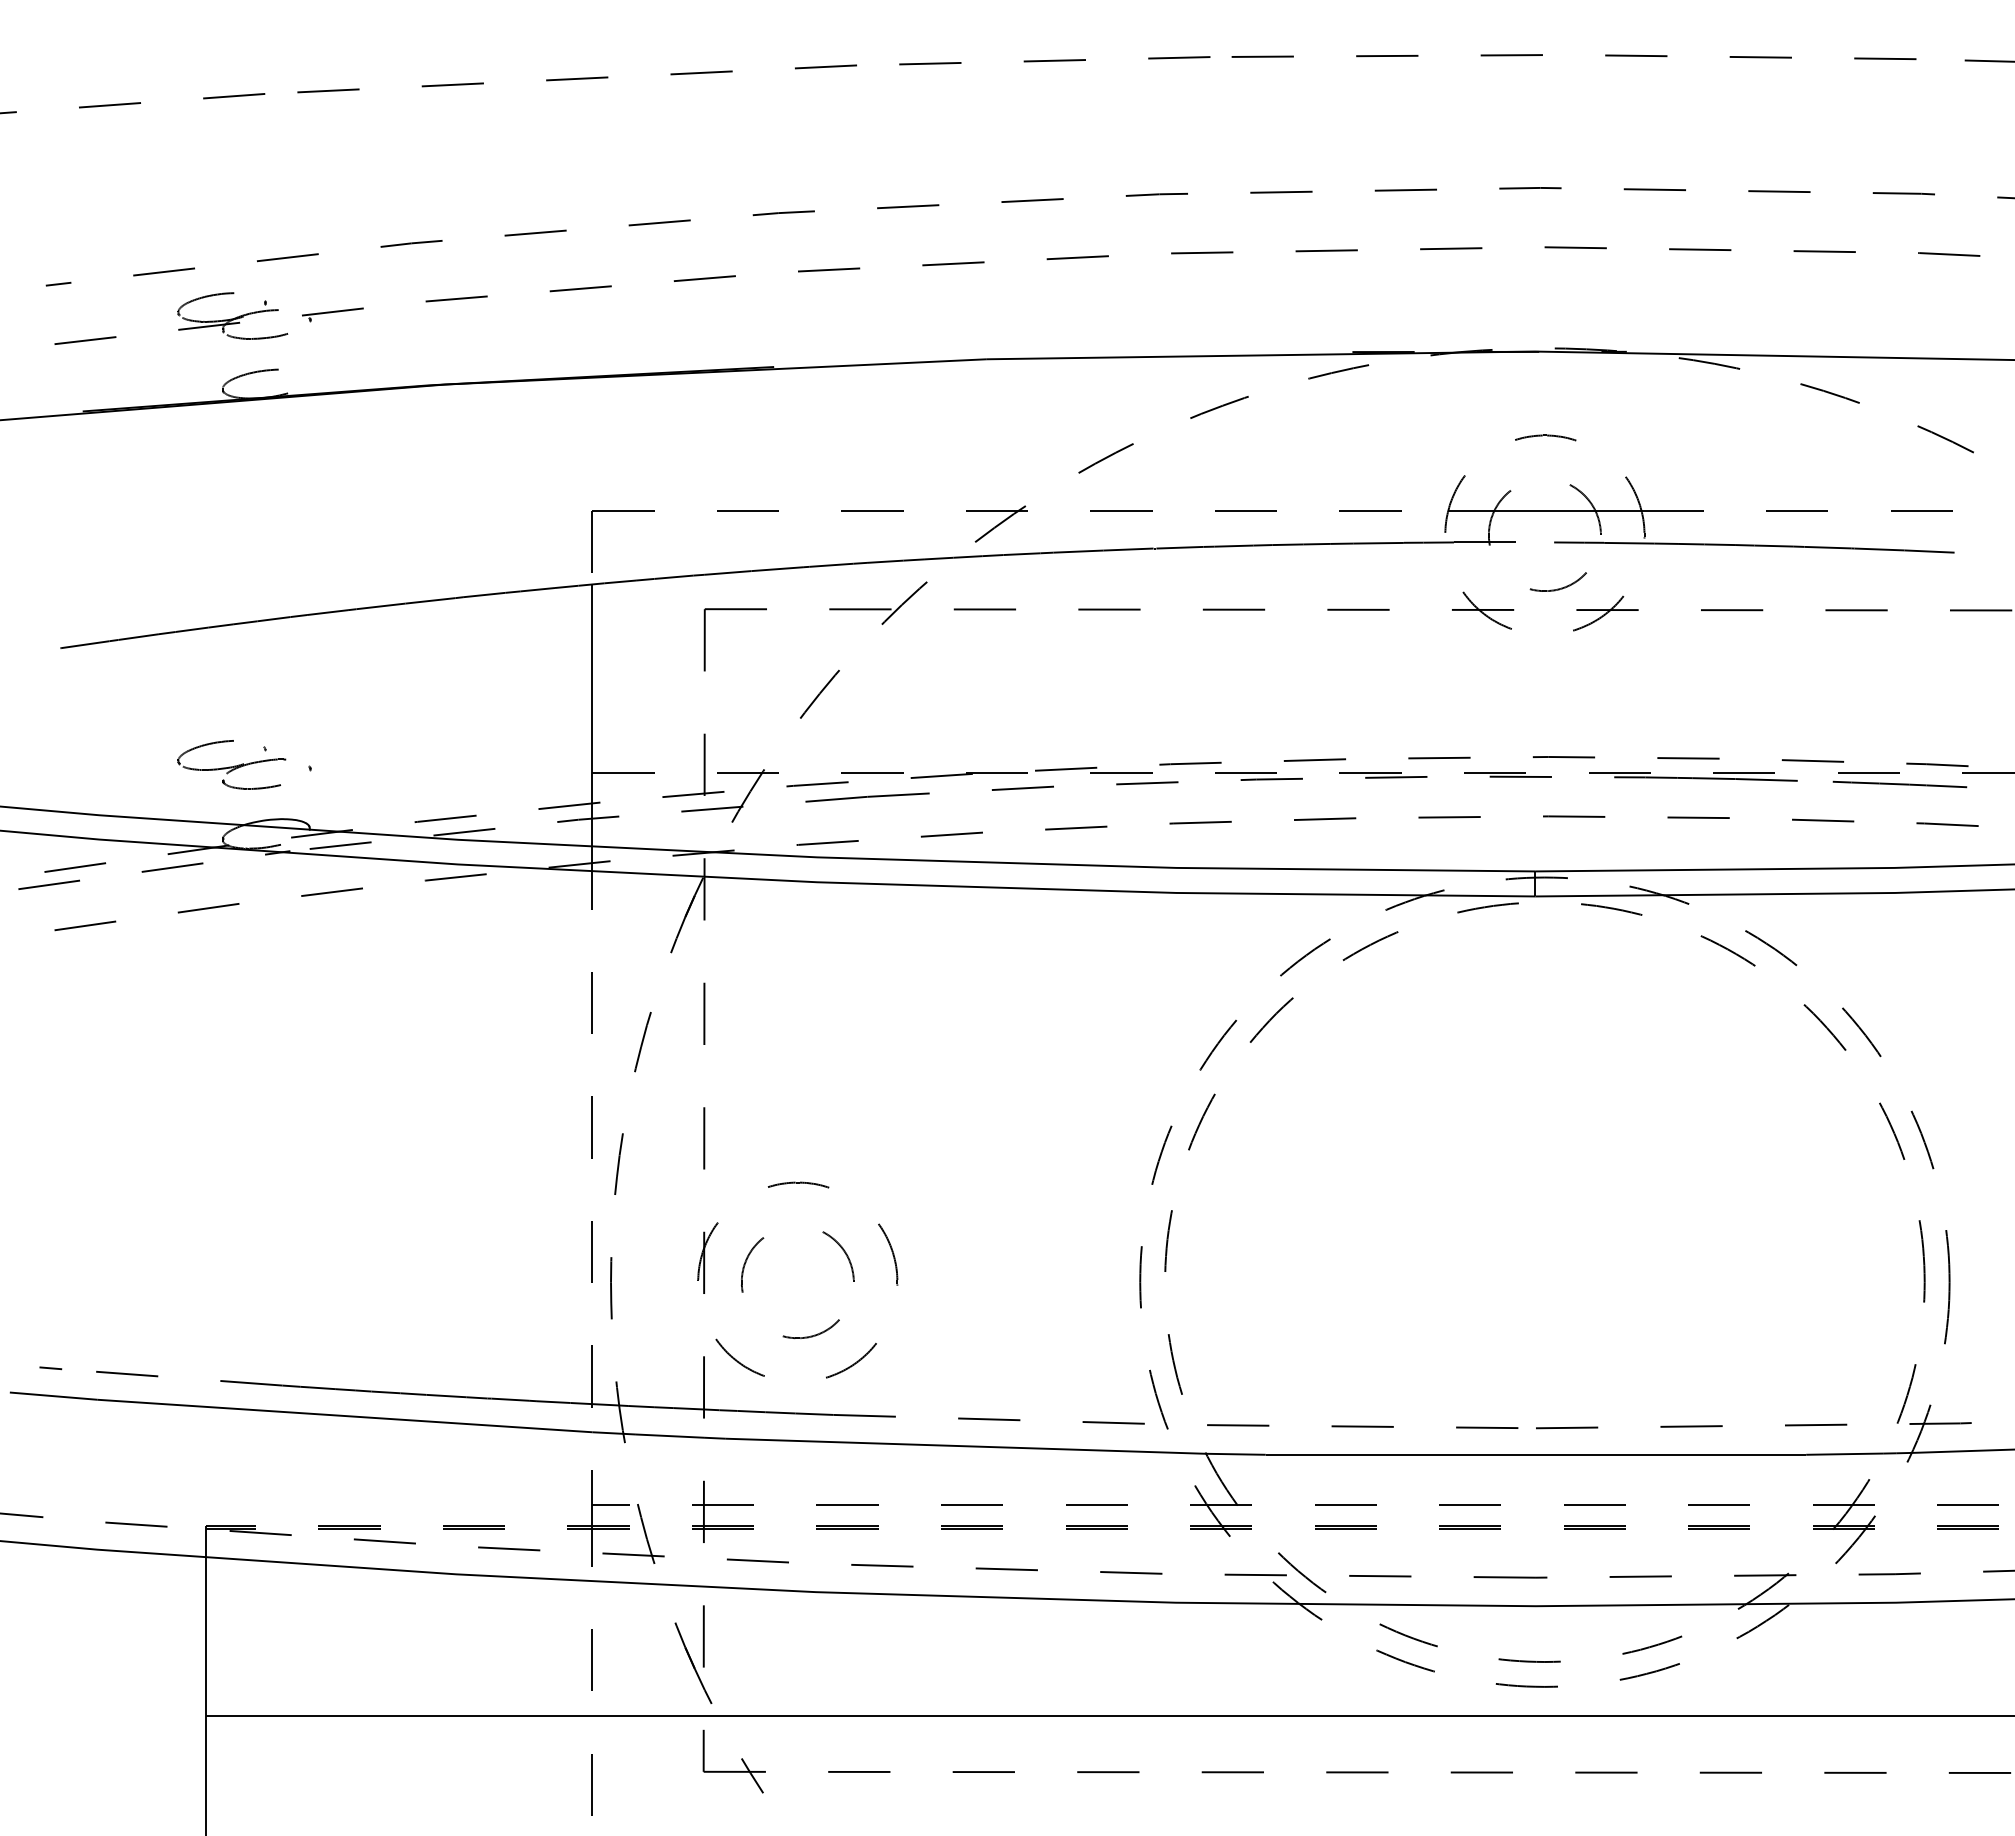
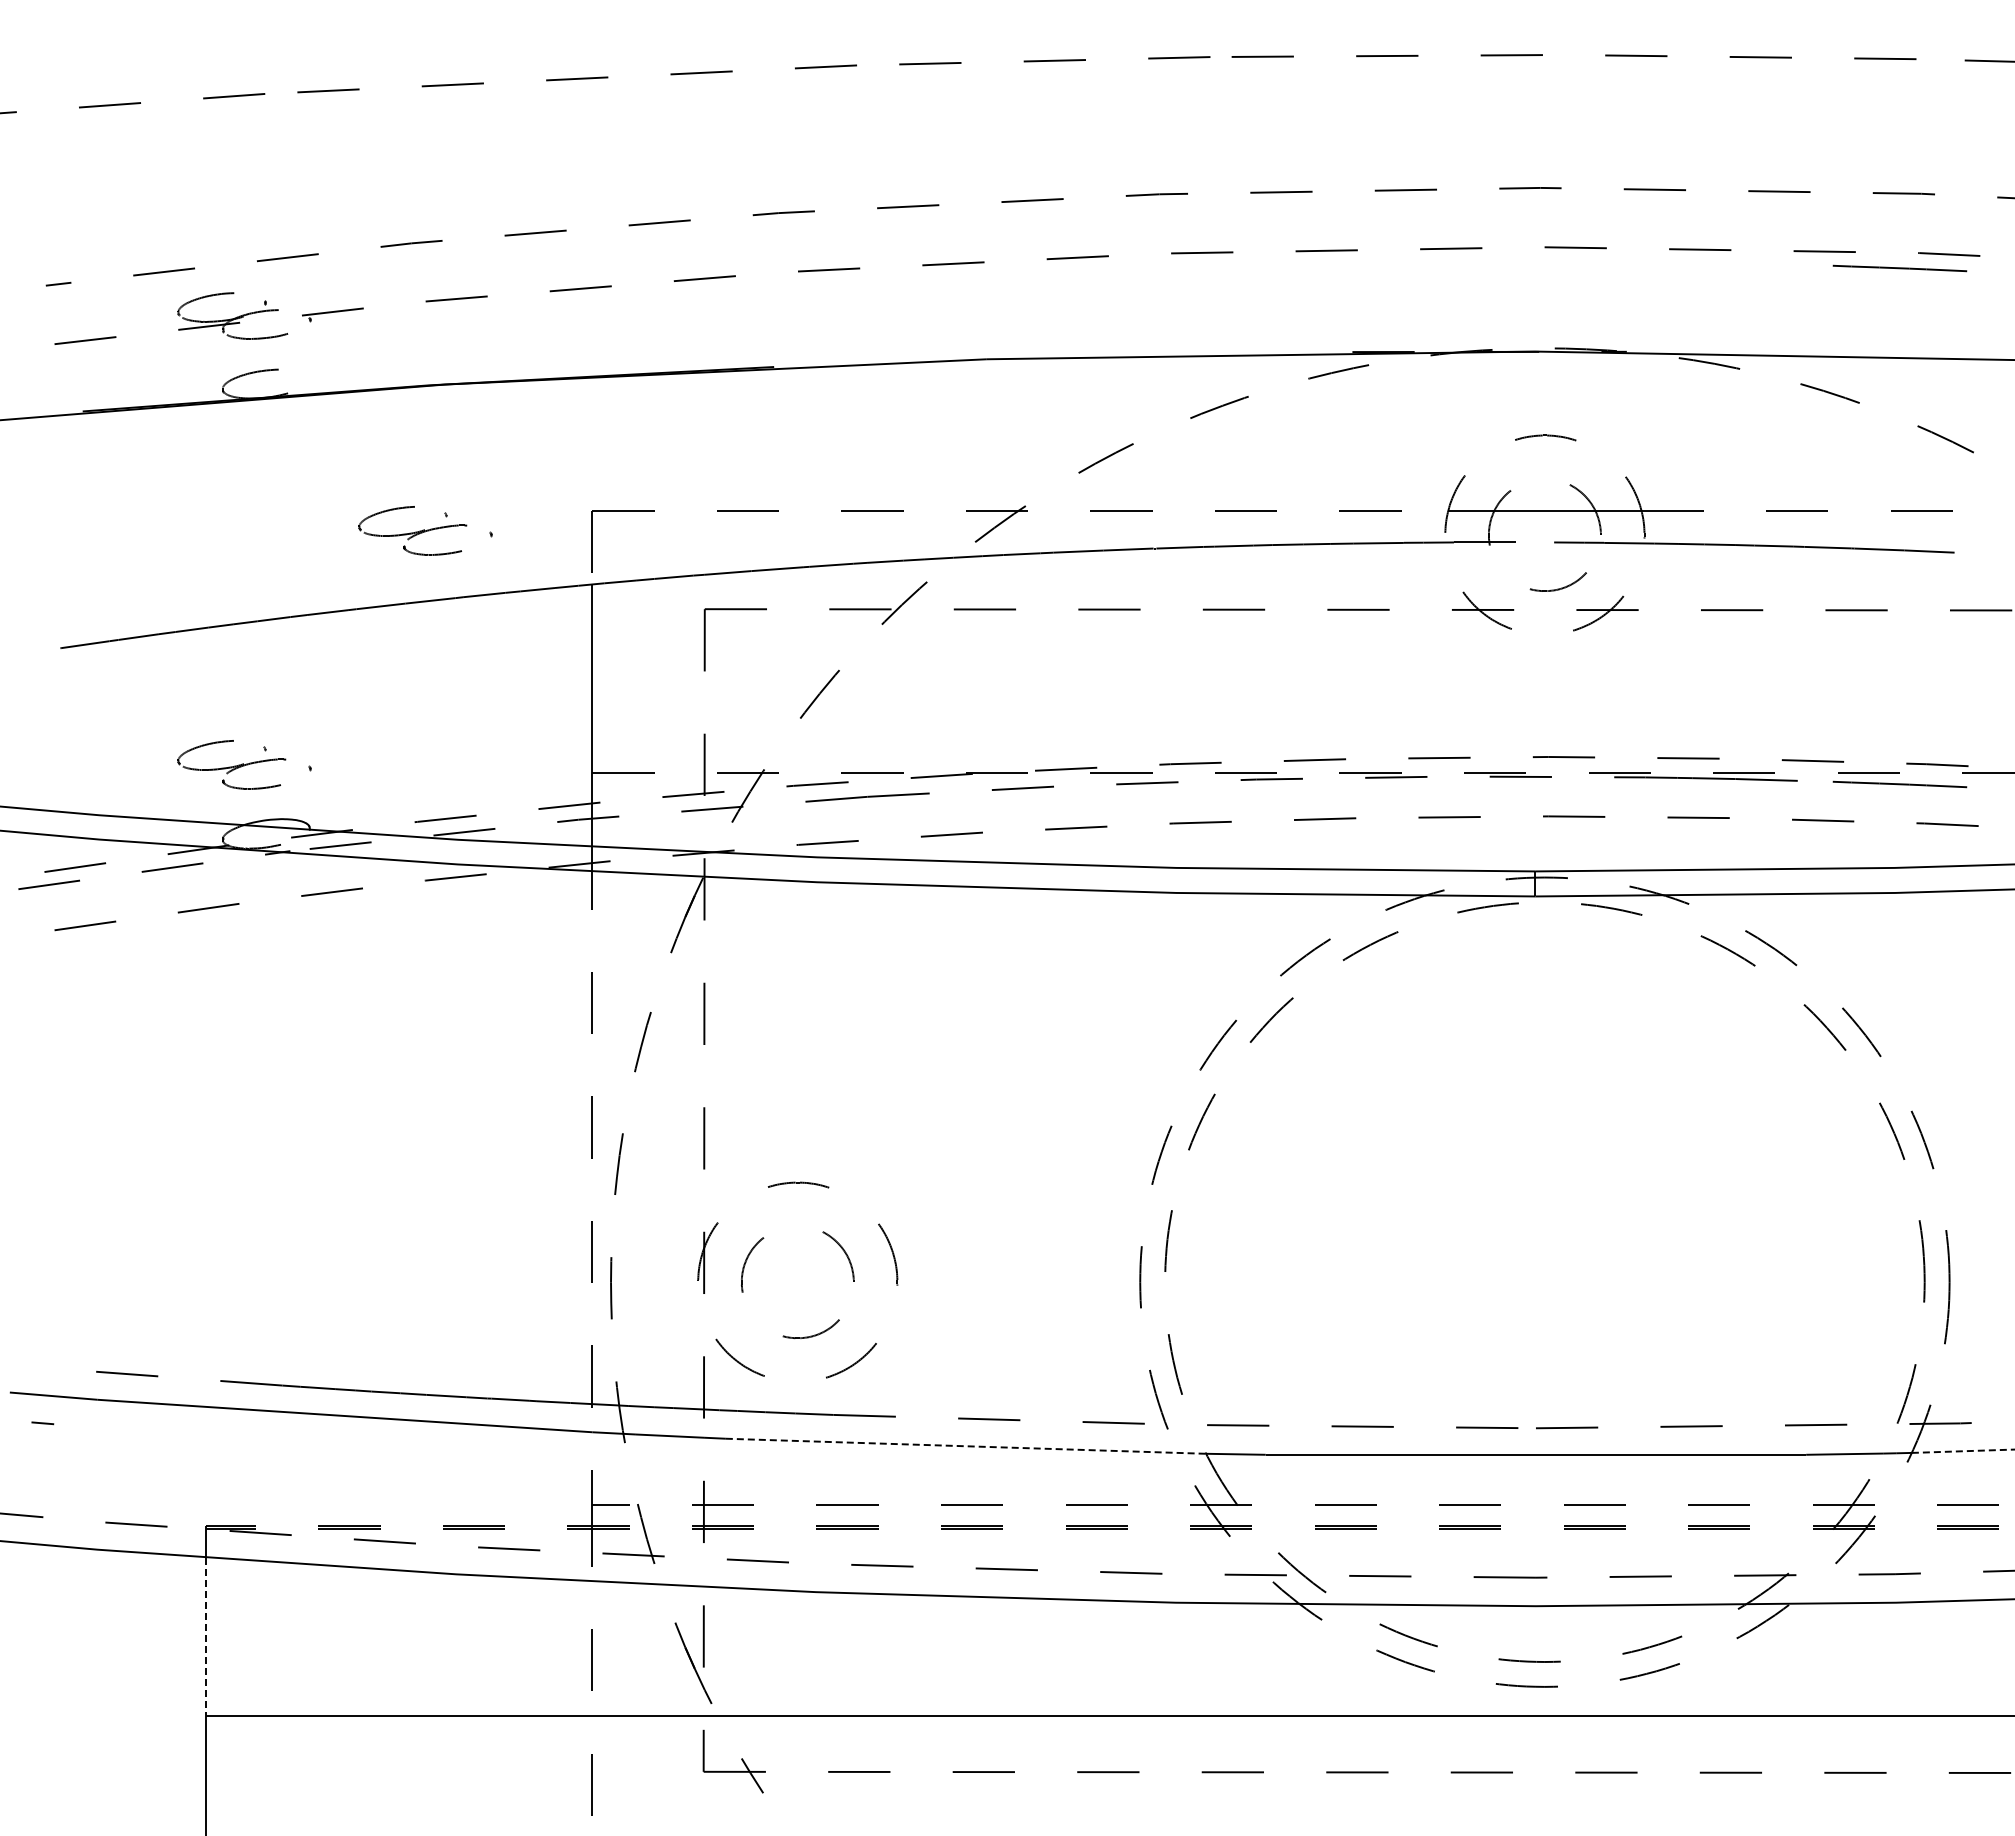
line at (1899, 268): none -> present
part at (425, 530): none -> present
line at (50, 1368) position: (50, 1368) -> (42, 1423)
line at (966, 1446): solid -> dashed
line at (1963, 1451): solid -> dashed
line at (206, 1636): solid -> dashed
